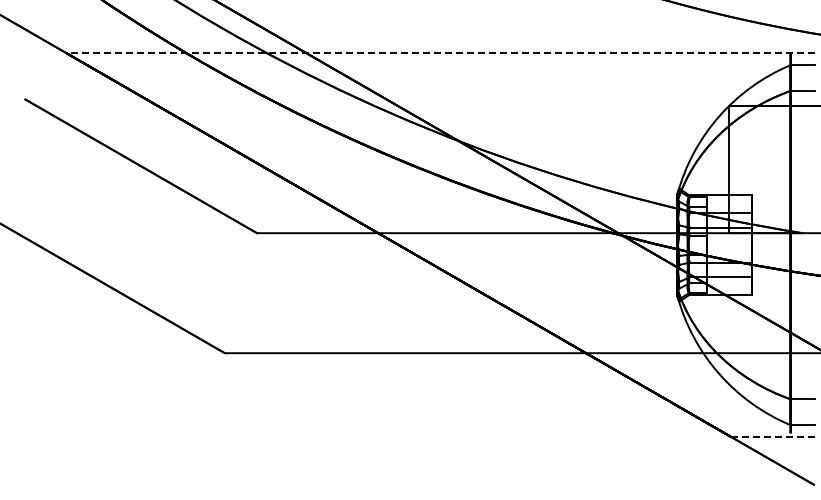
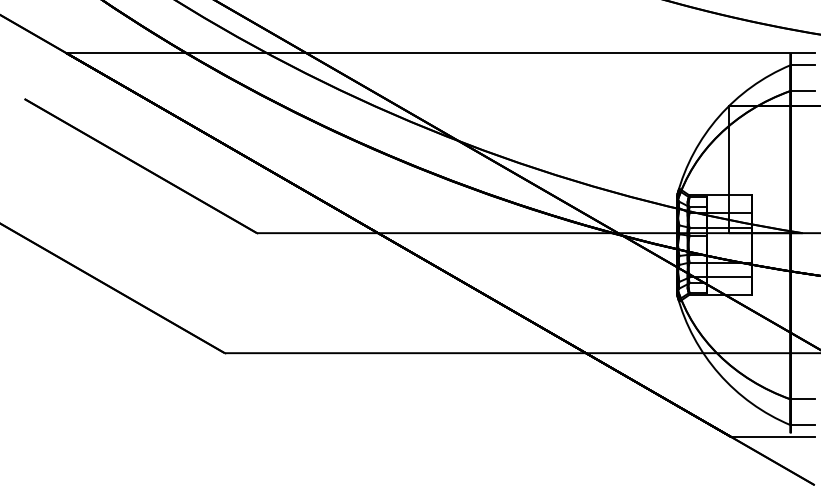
line at (440, 53): dashed -> solid
line at (773, 437): dashed -> solid
